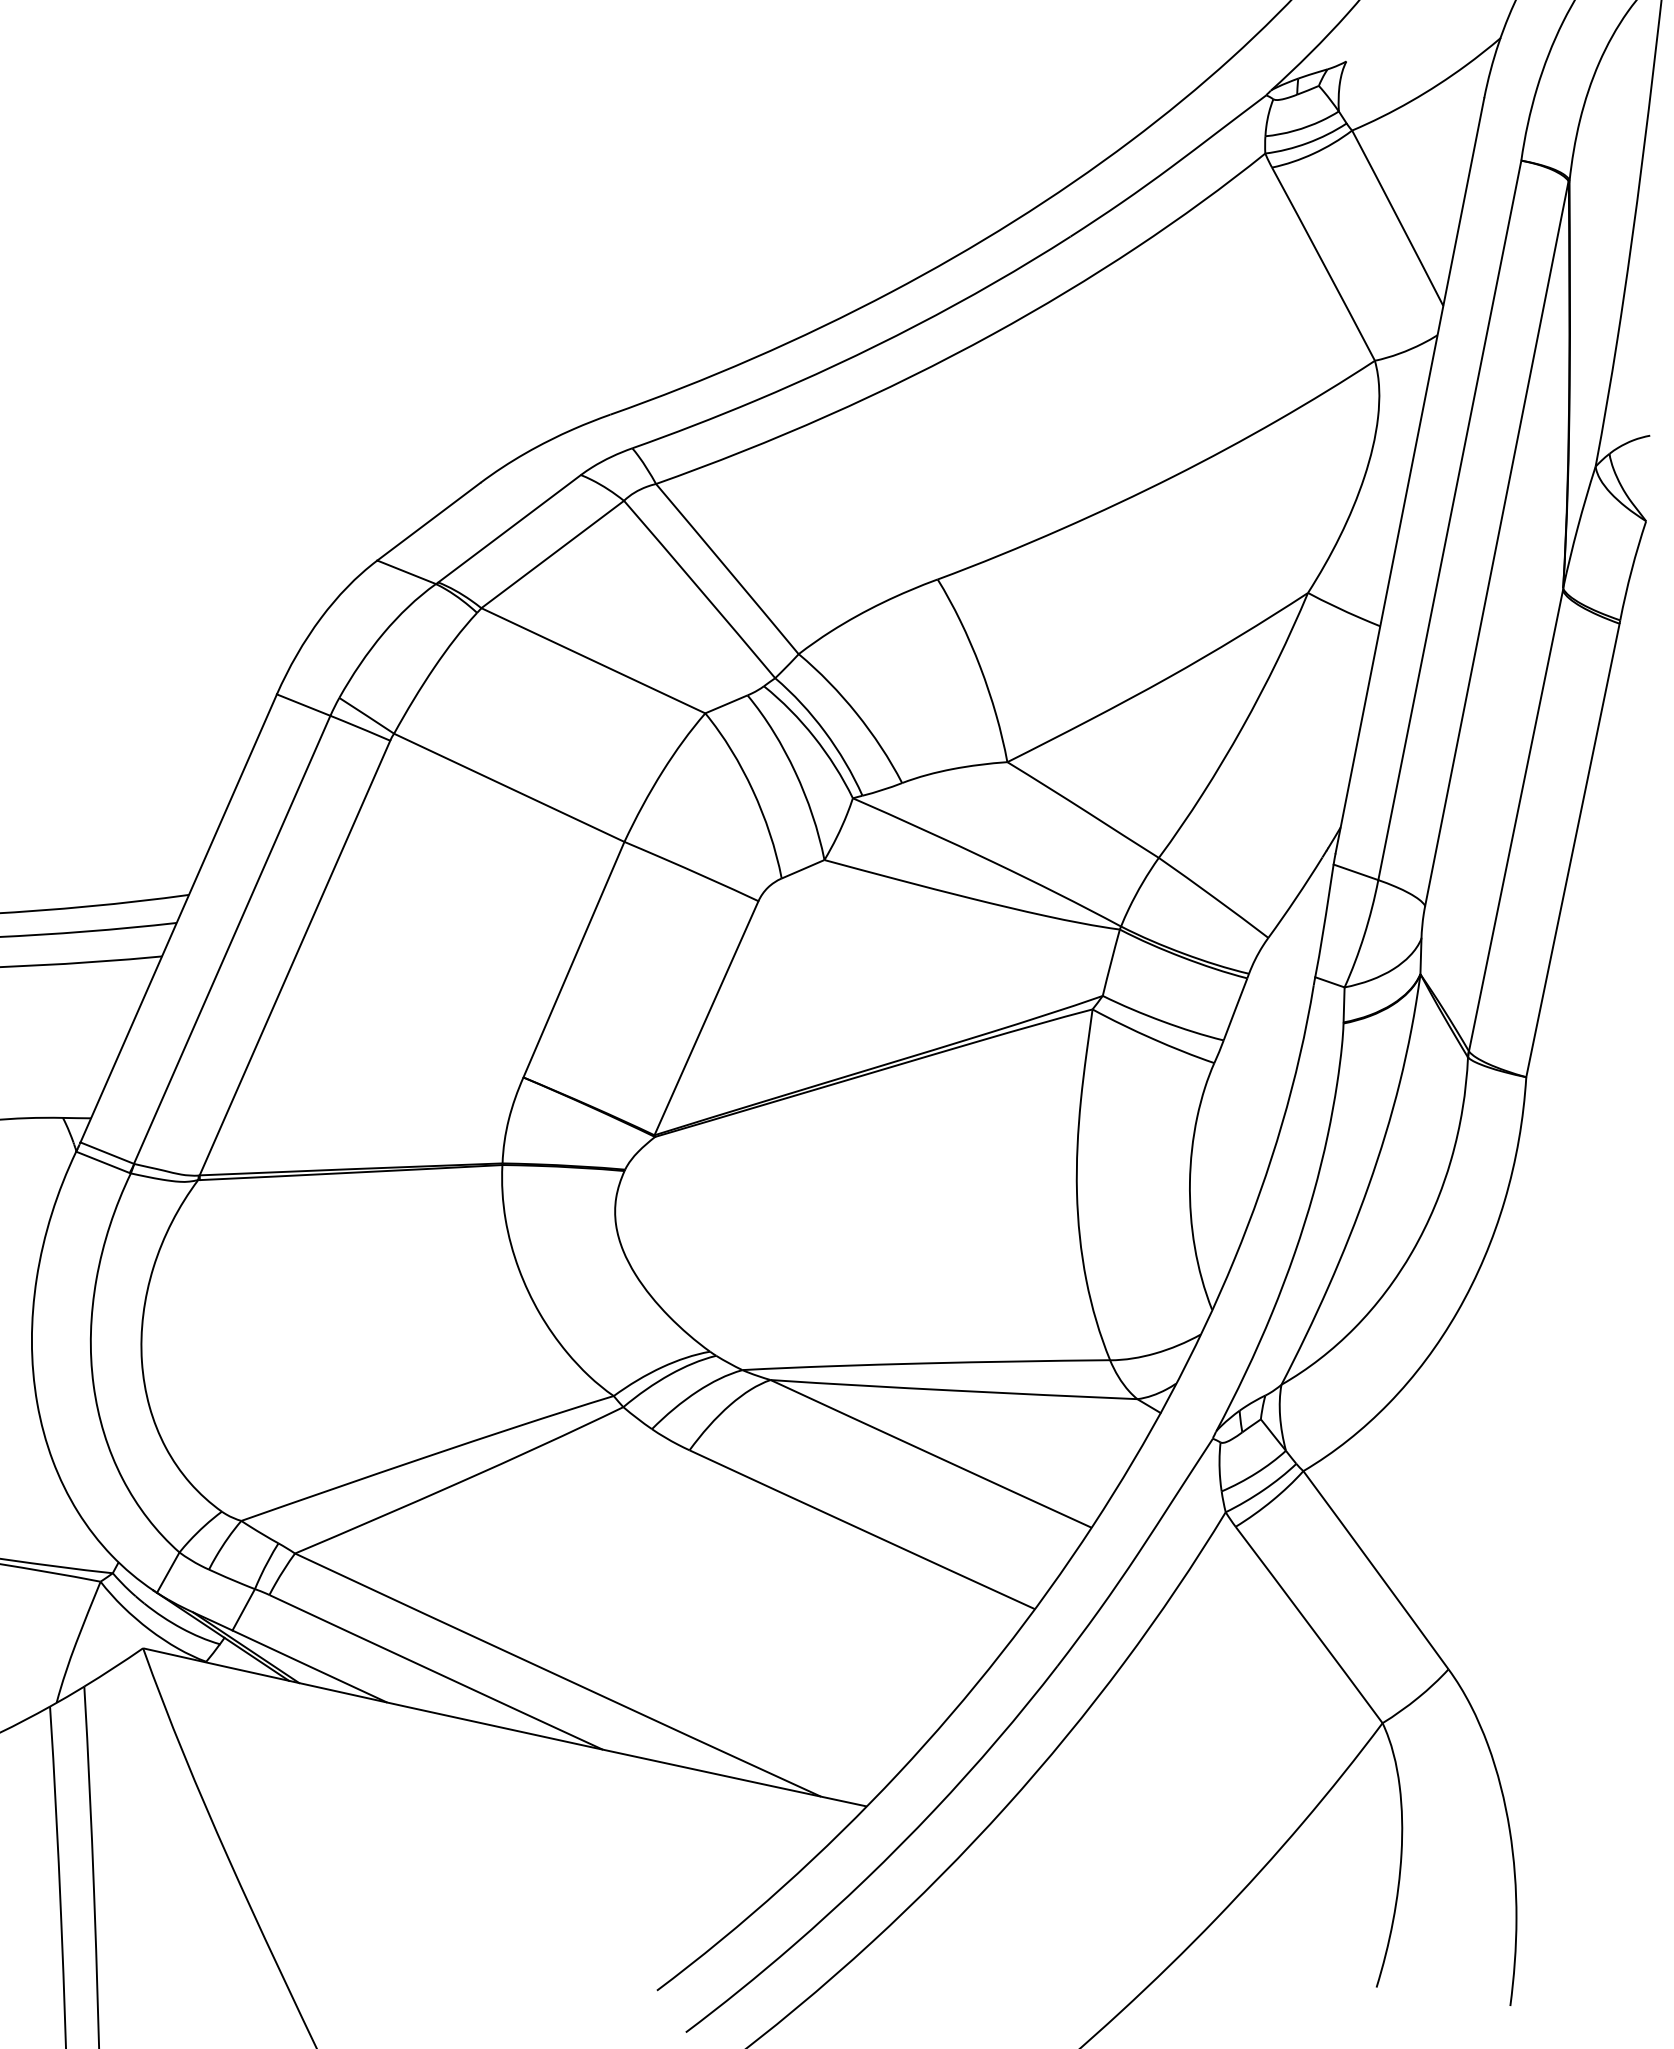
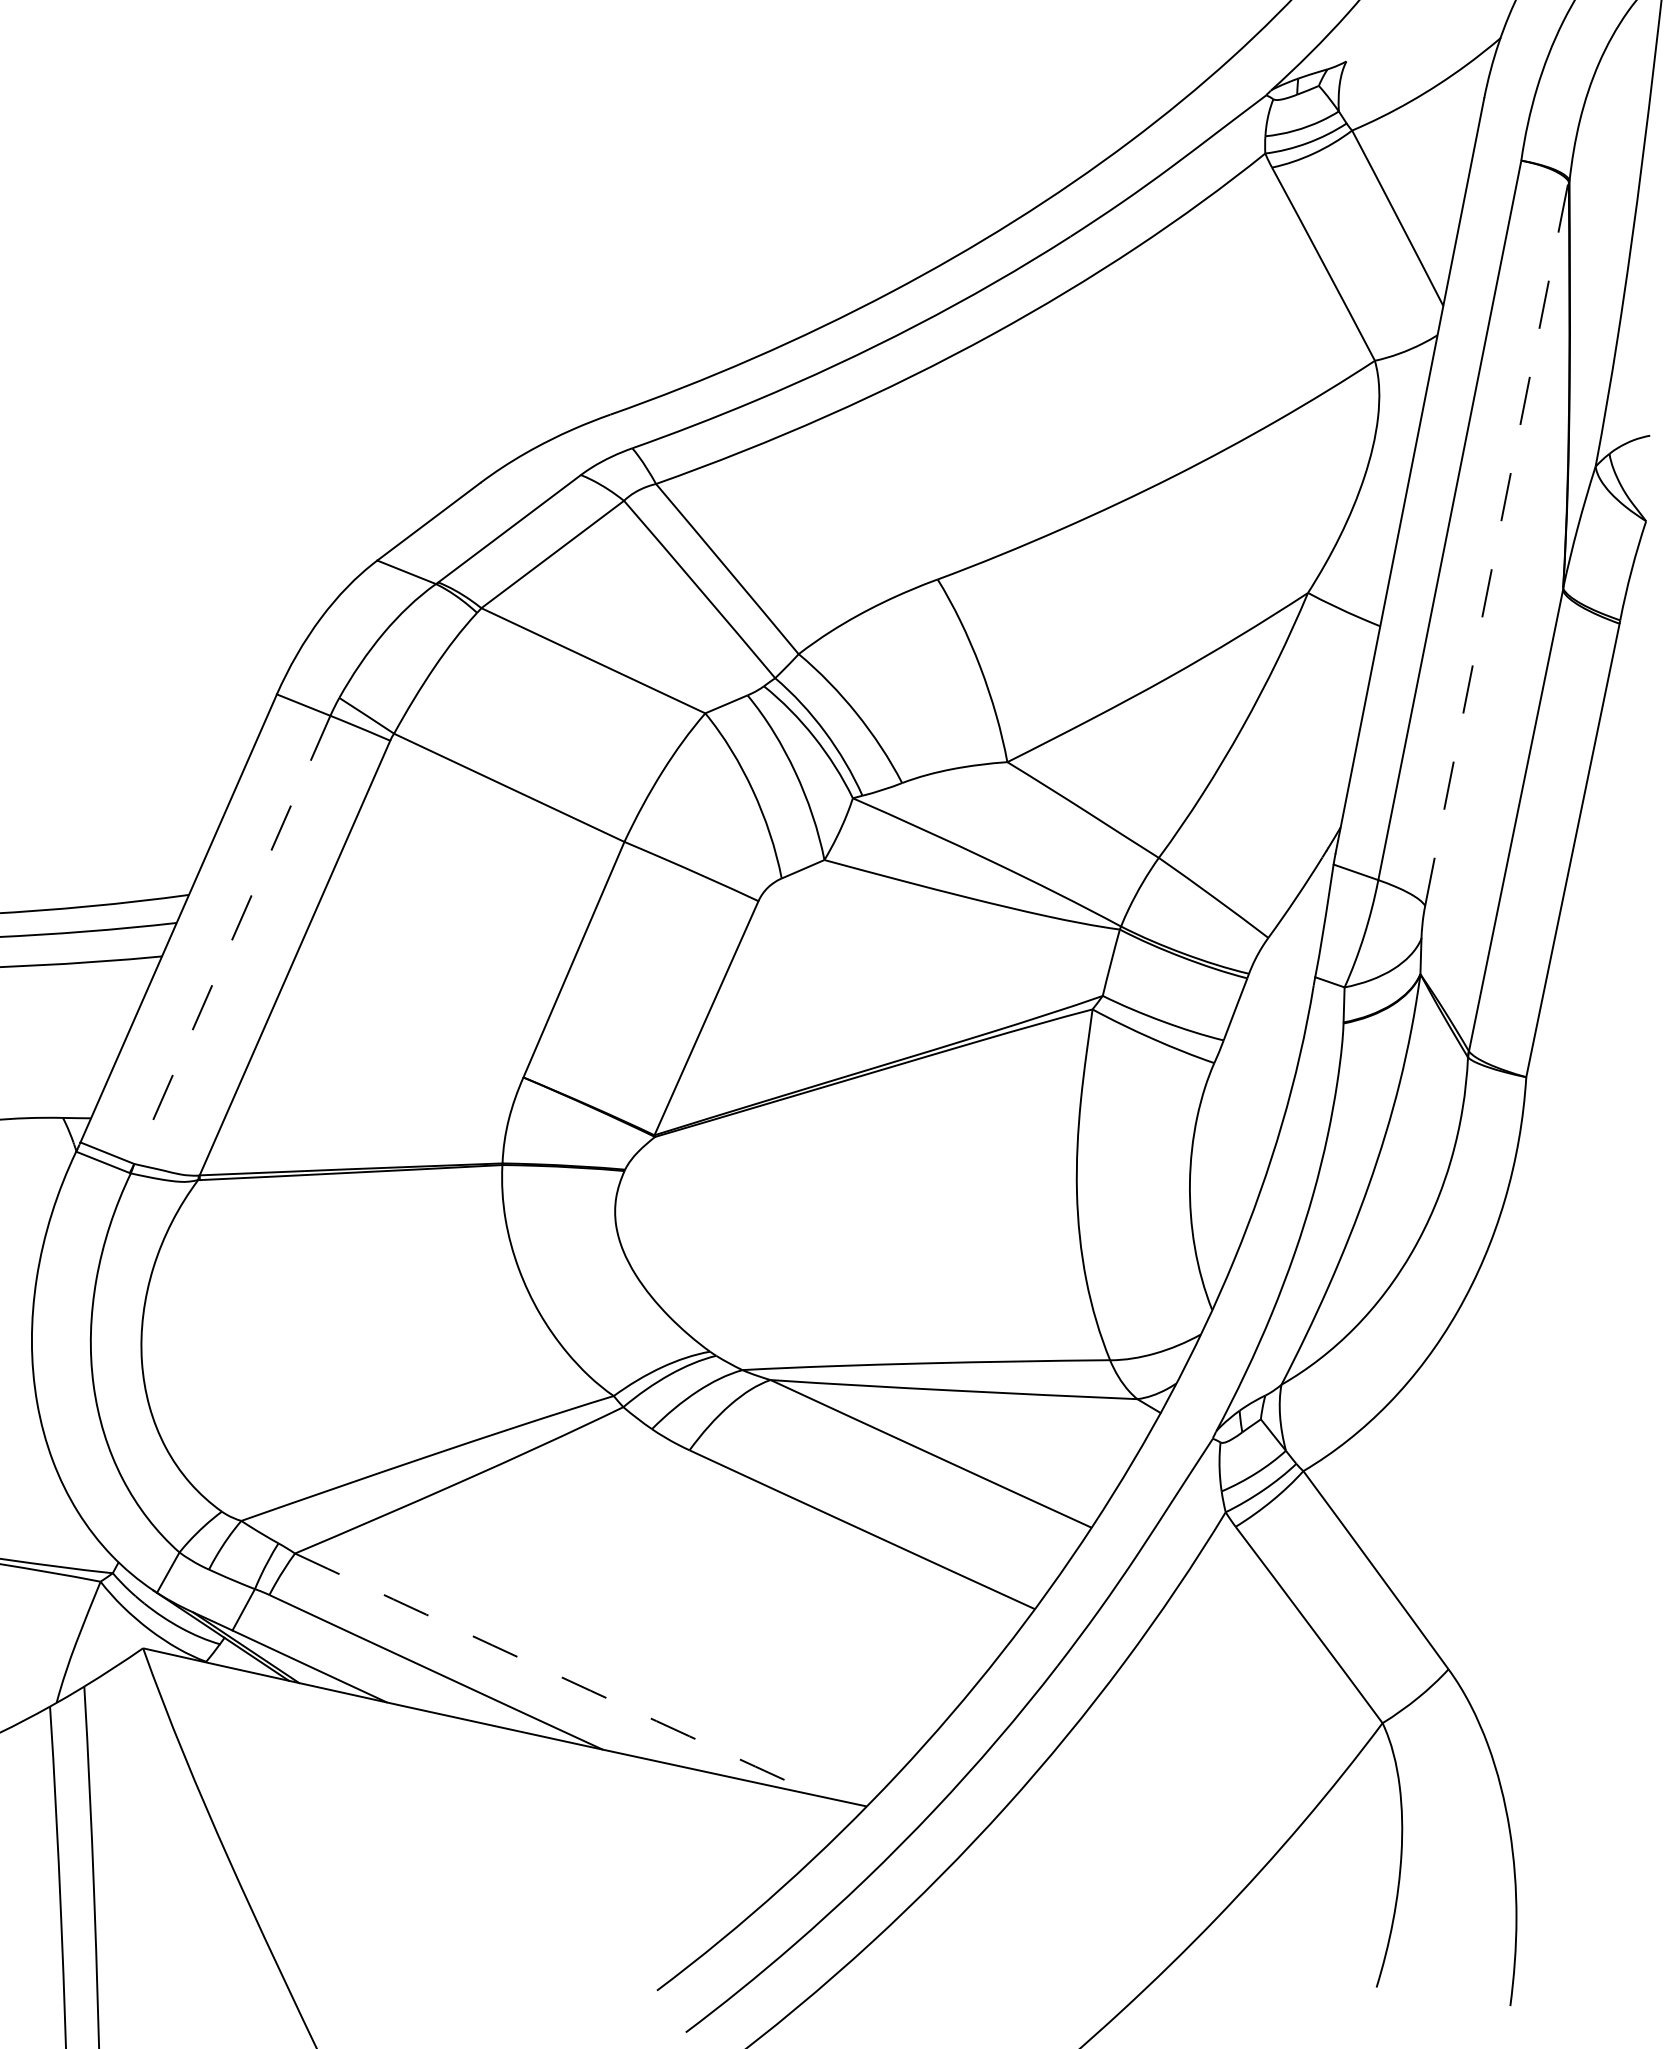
line at (1497, 543): solid -> dashed
line at (232, 939): solid -> dashed
arc at (557, 1675): solid -> dashed
